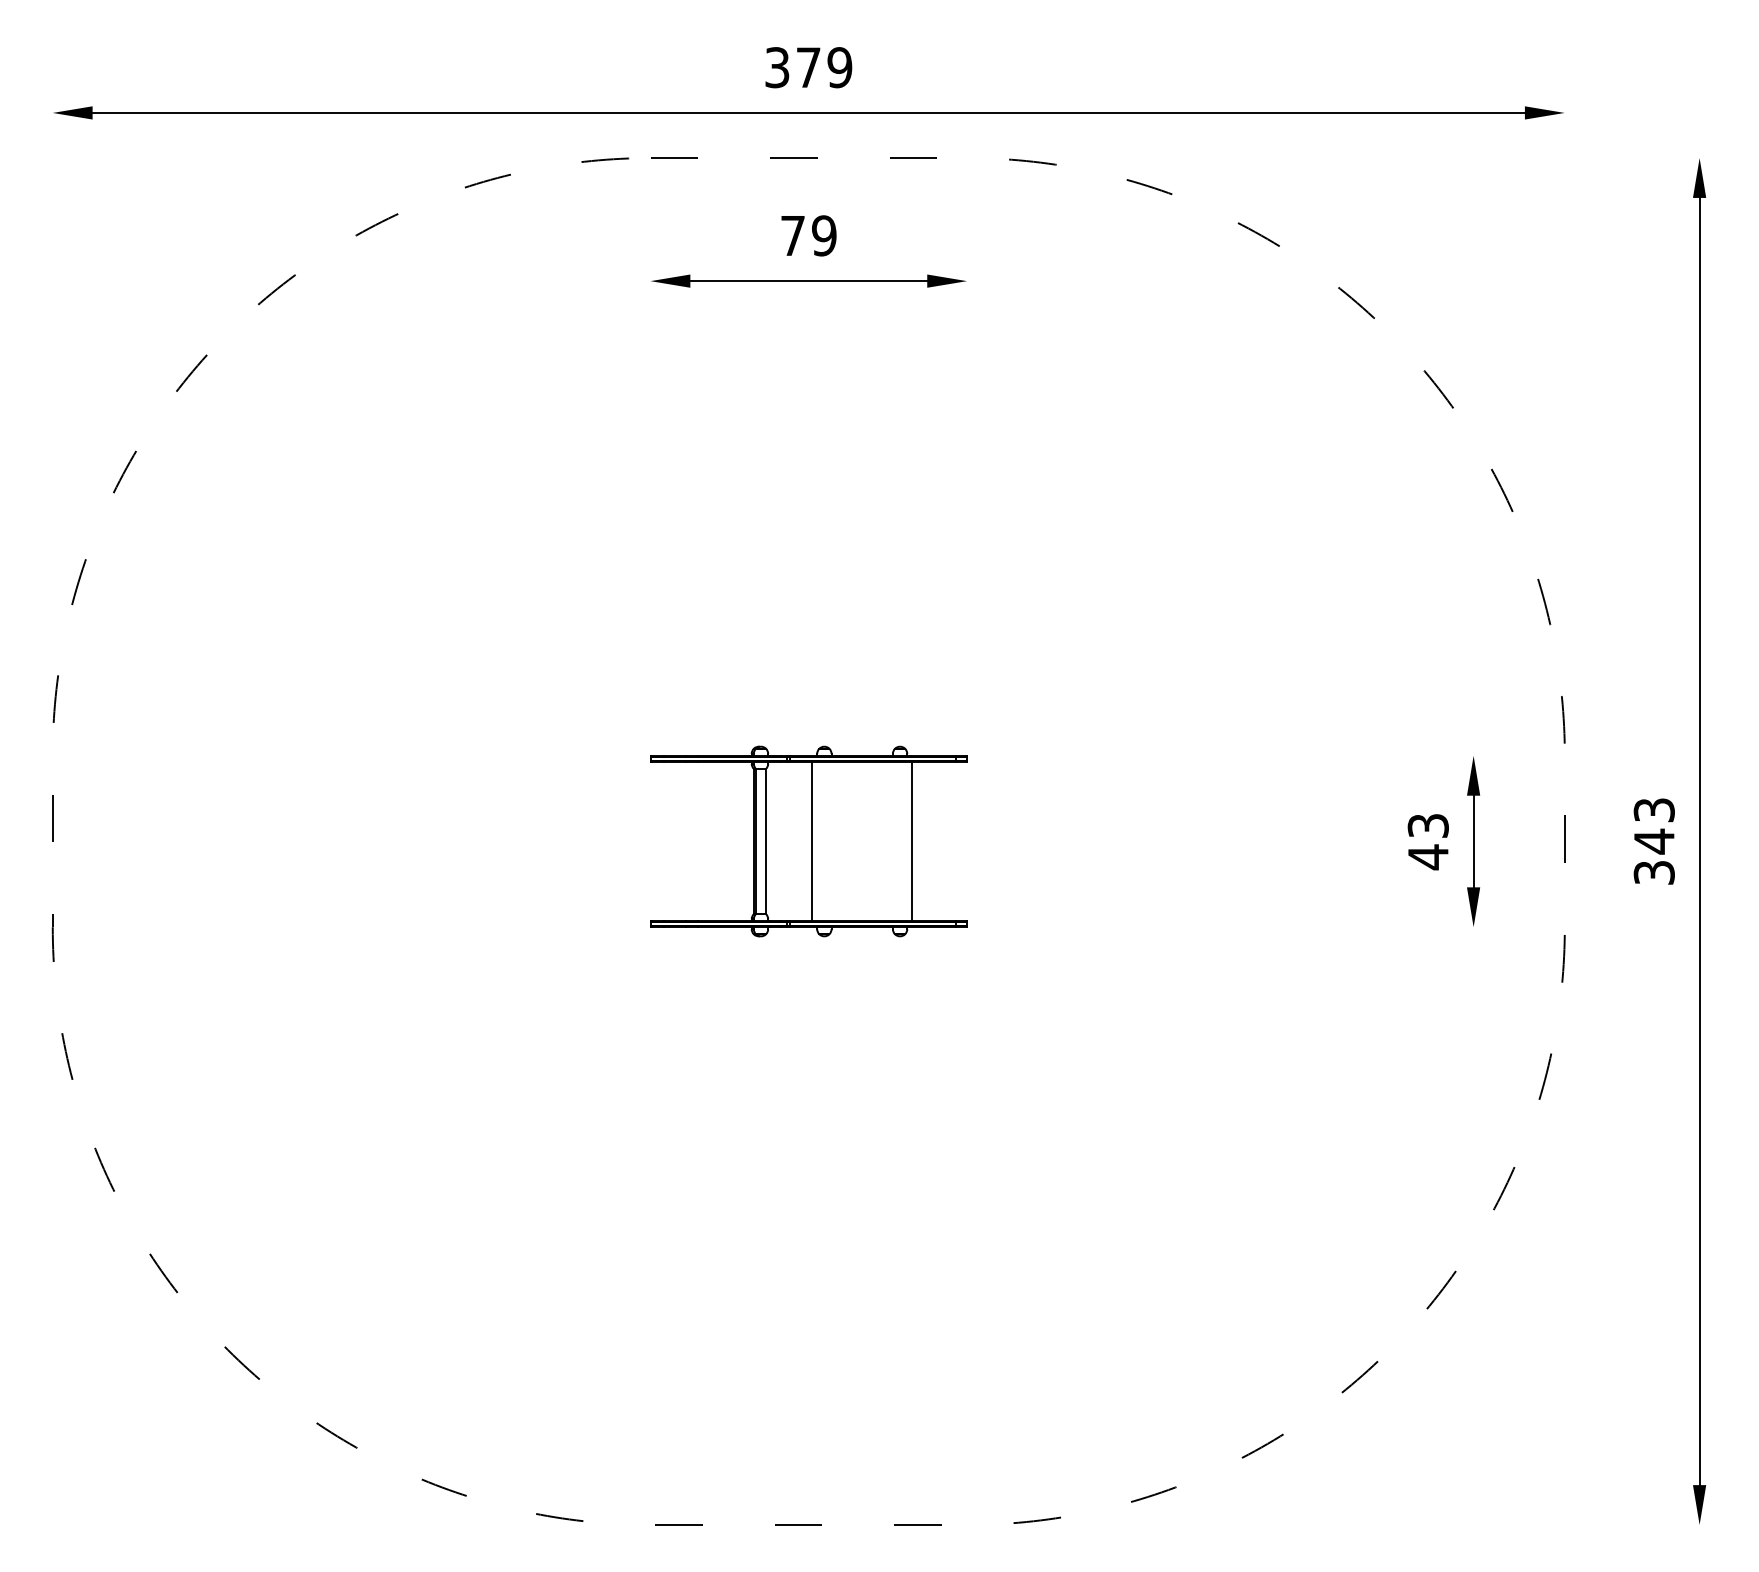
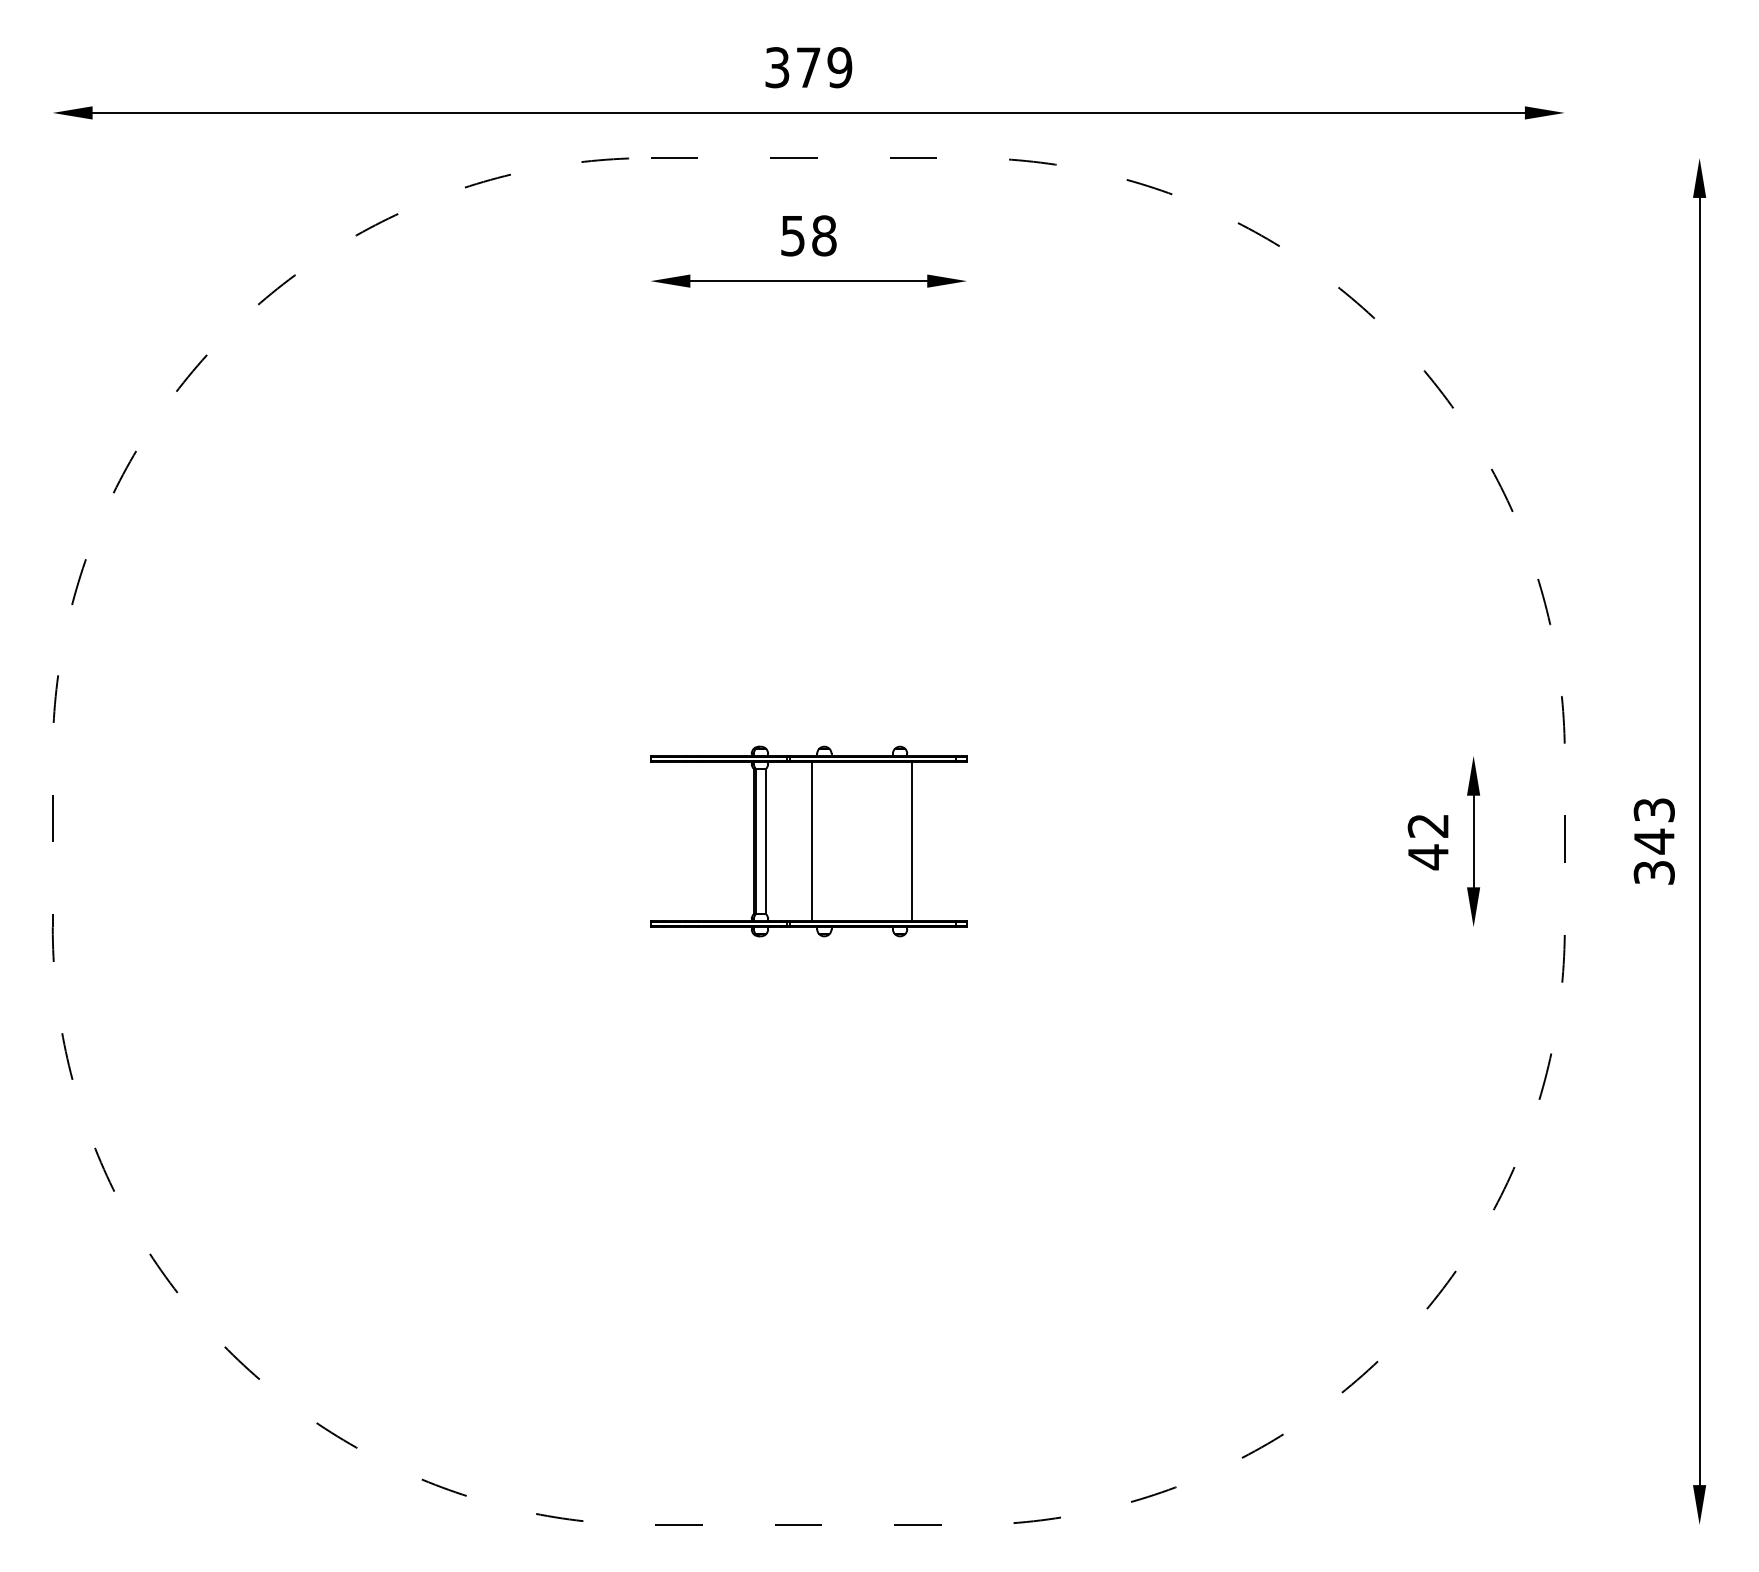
text at (808, 235): 79 -> 58
text at (1428, 825): 43 -> 42
